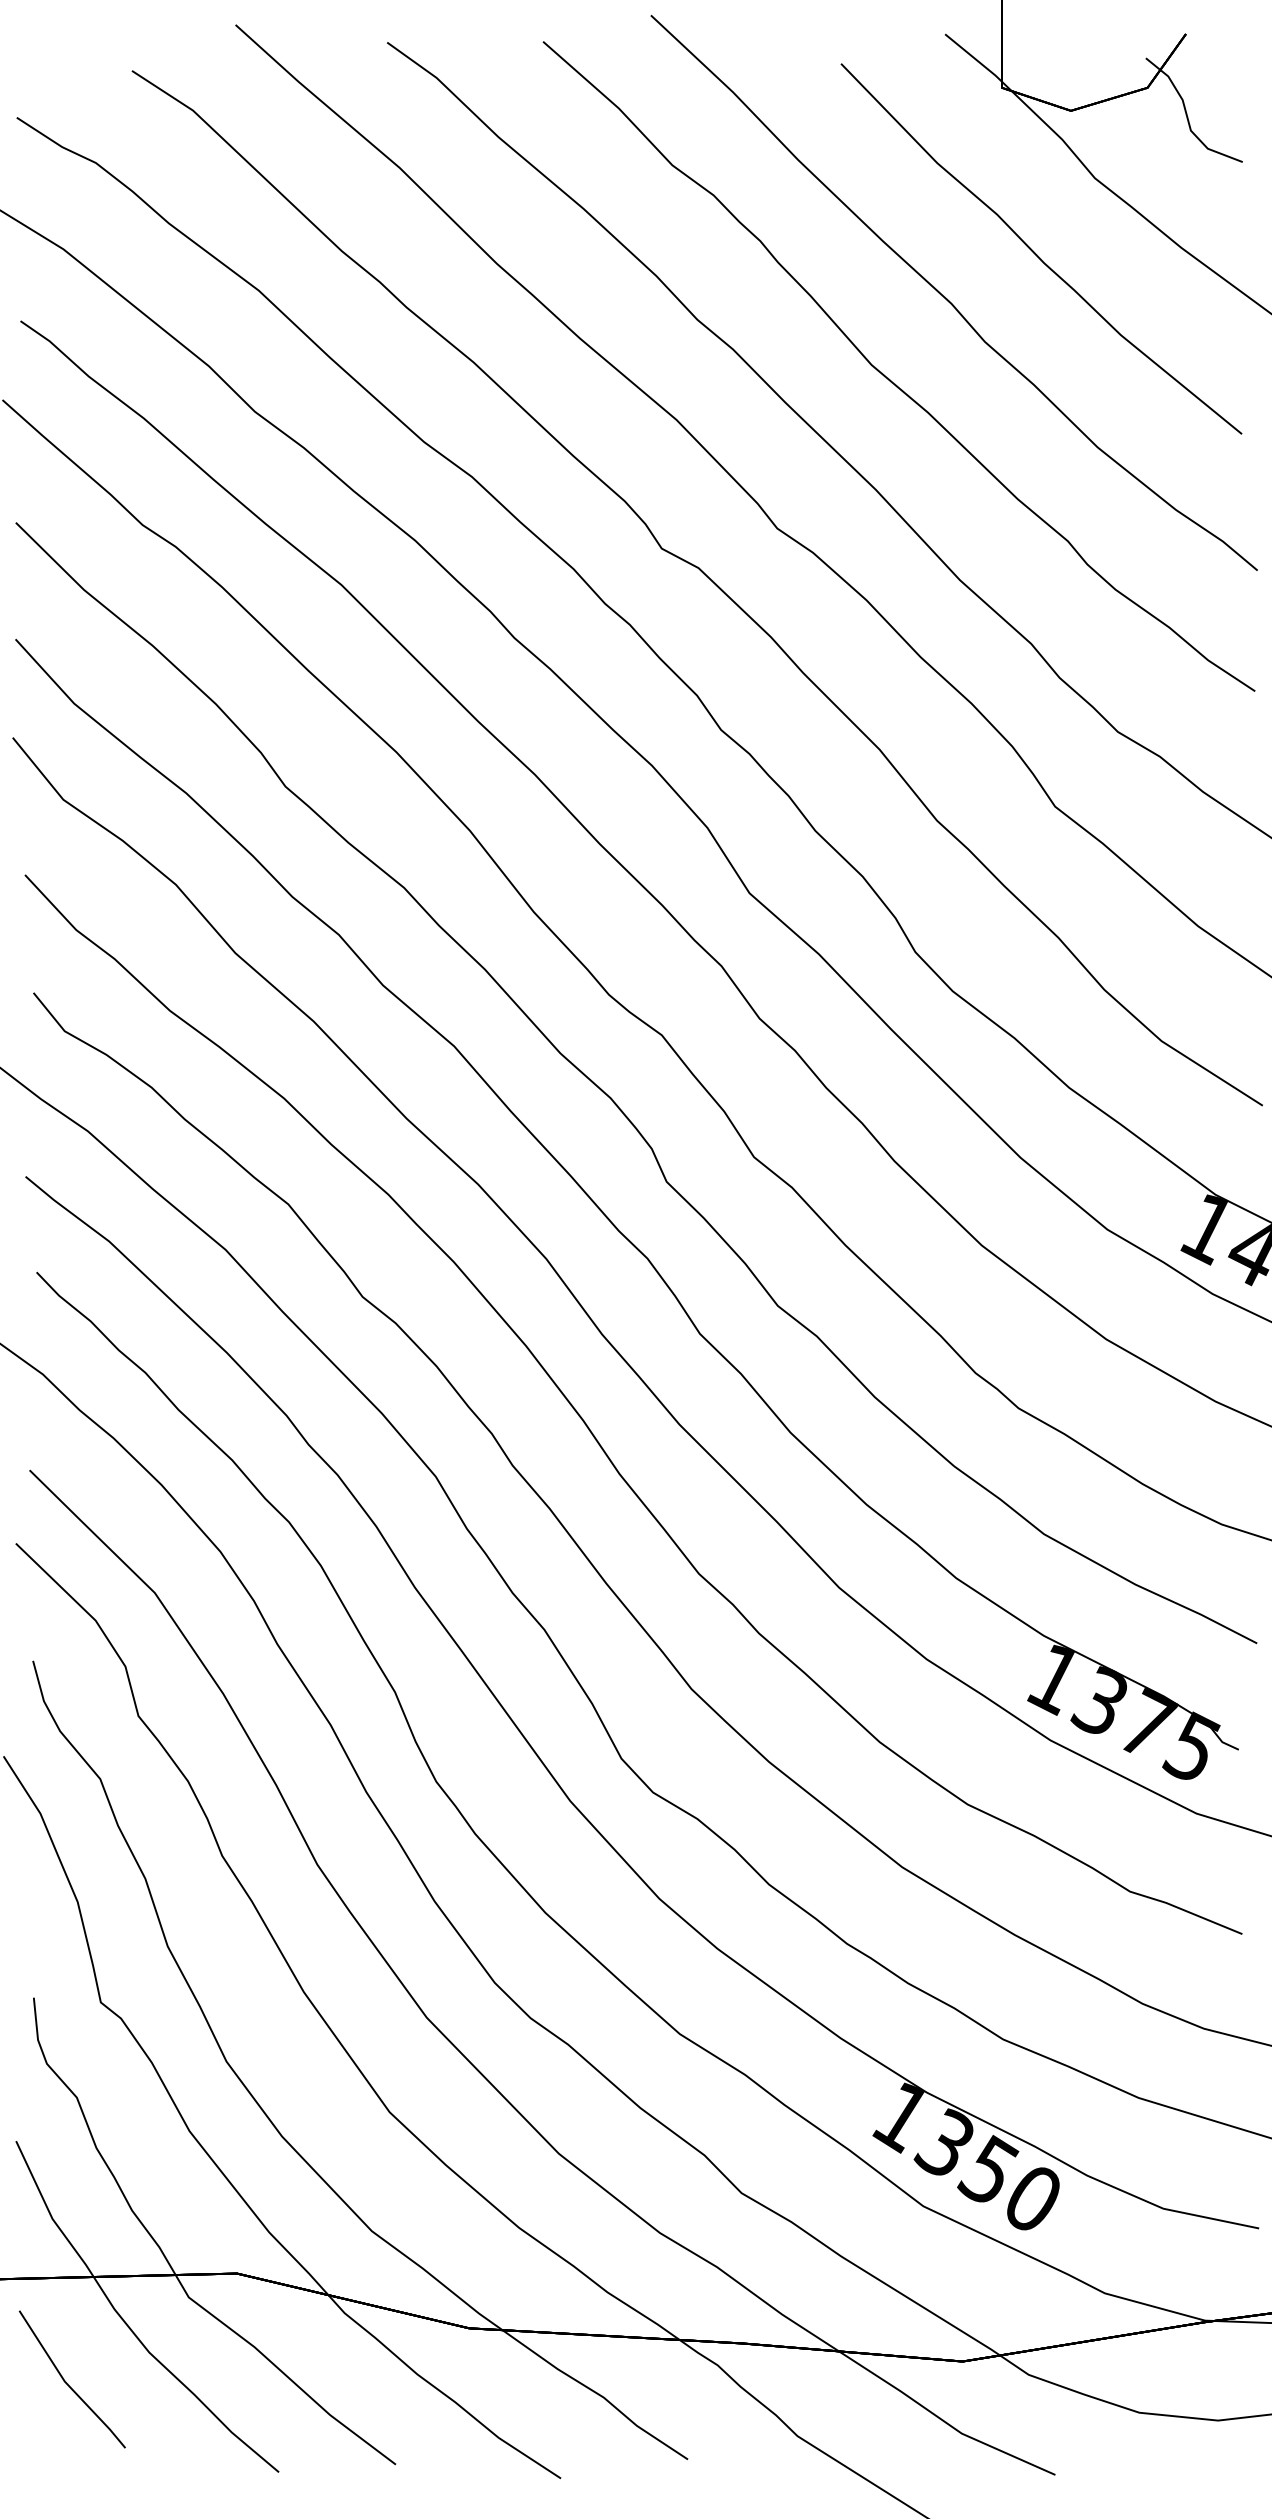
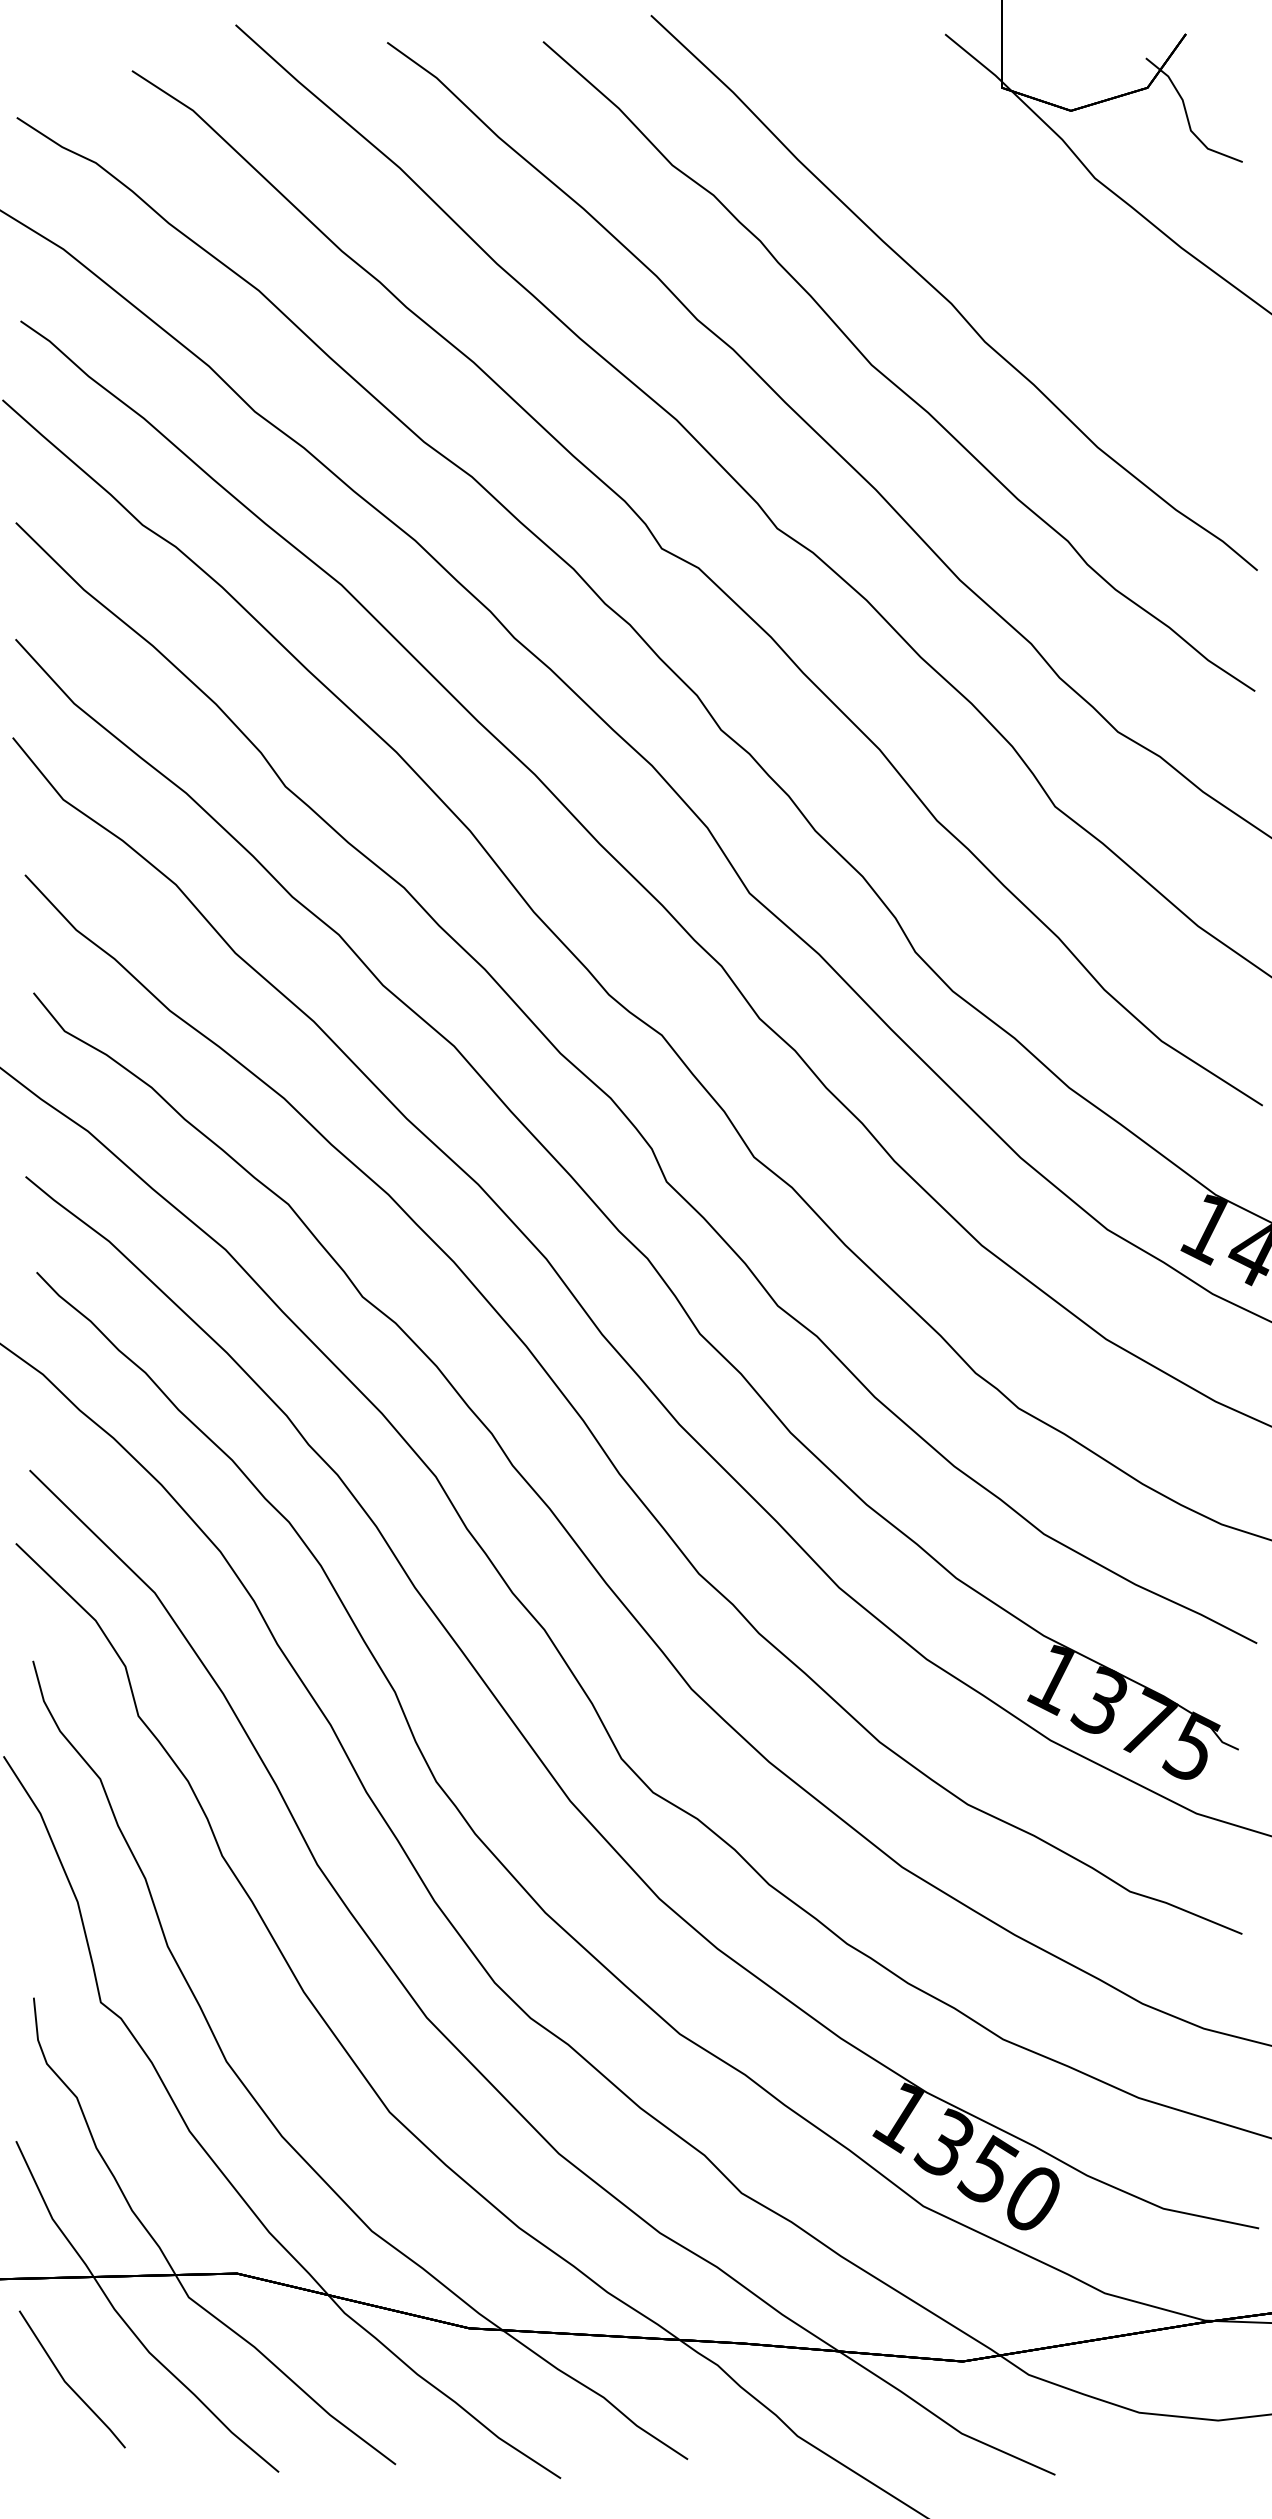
part at (1036, 253): present -> none
